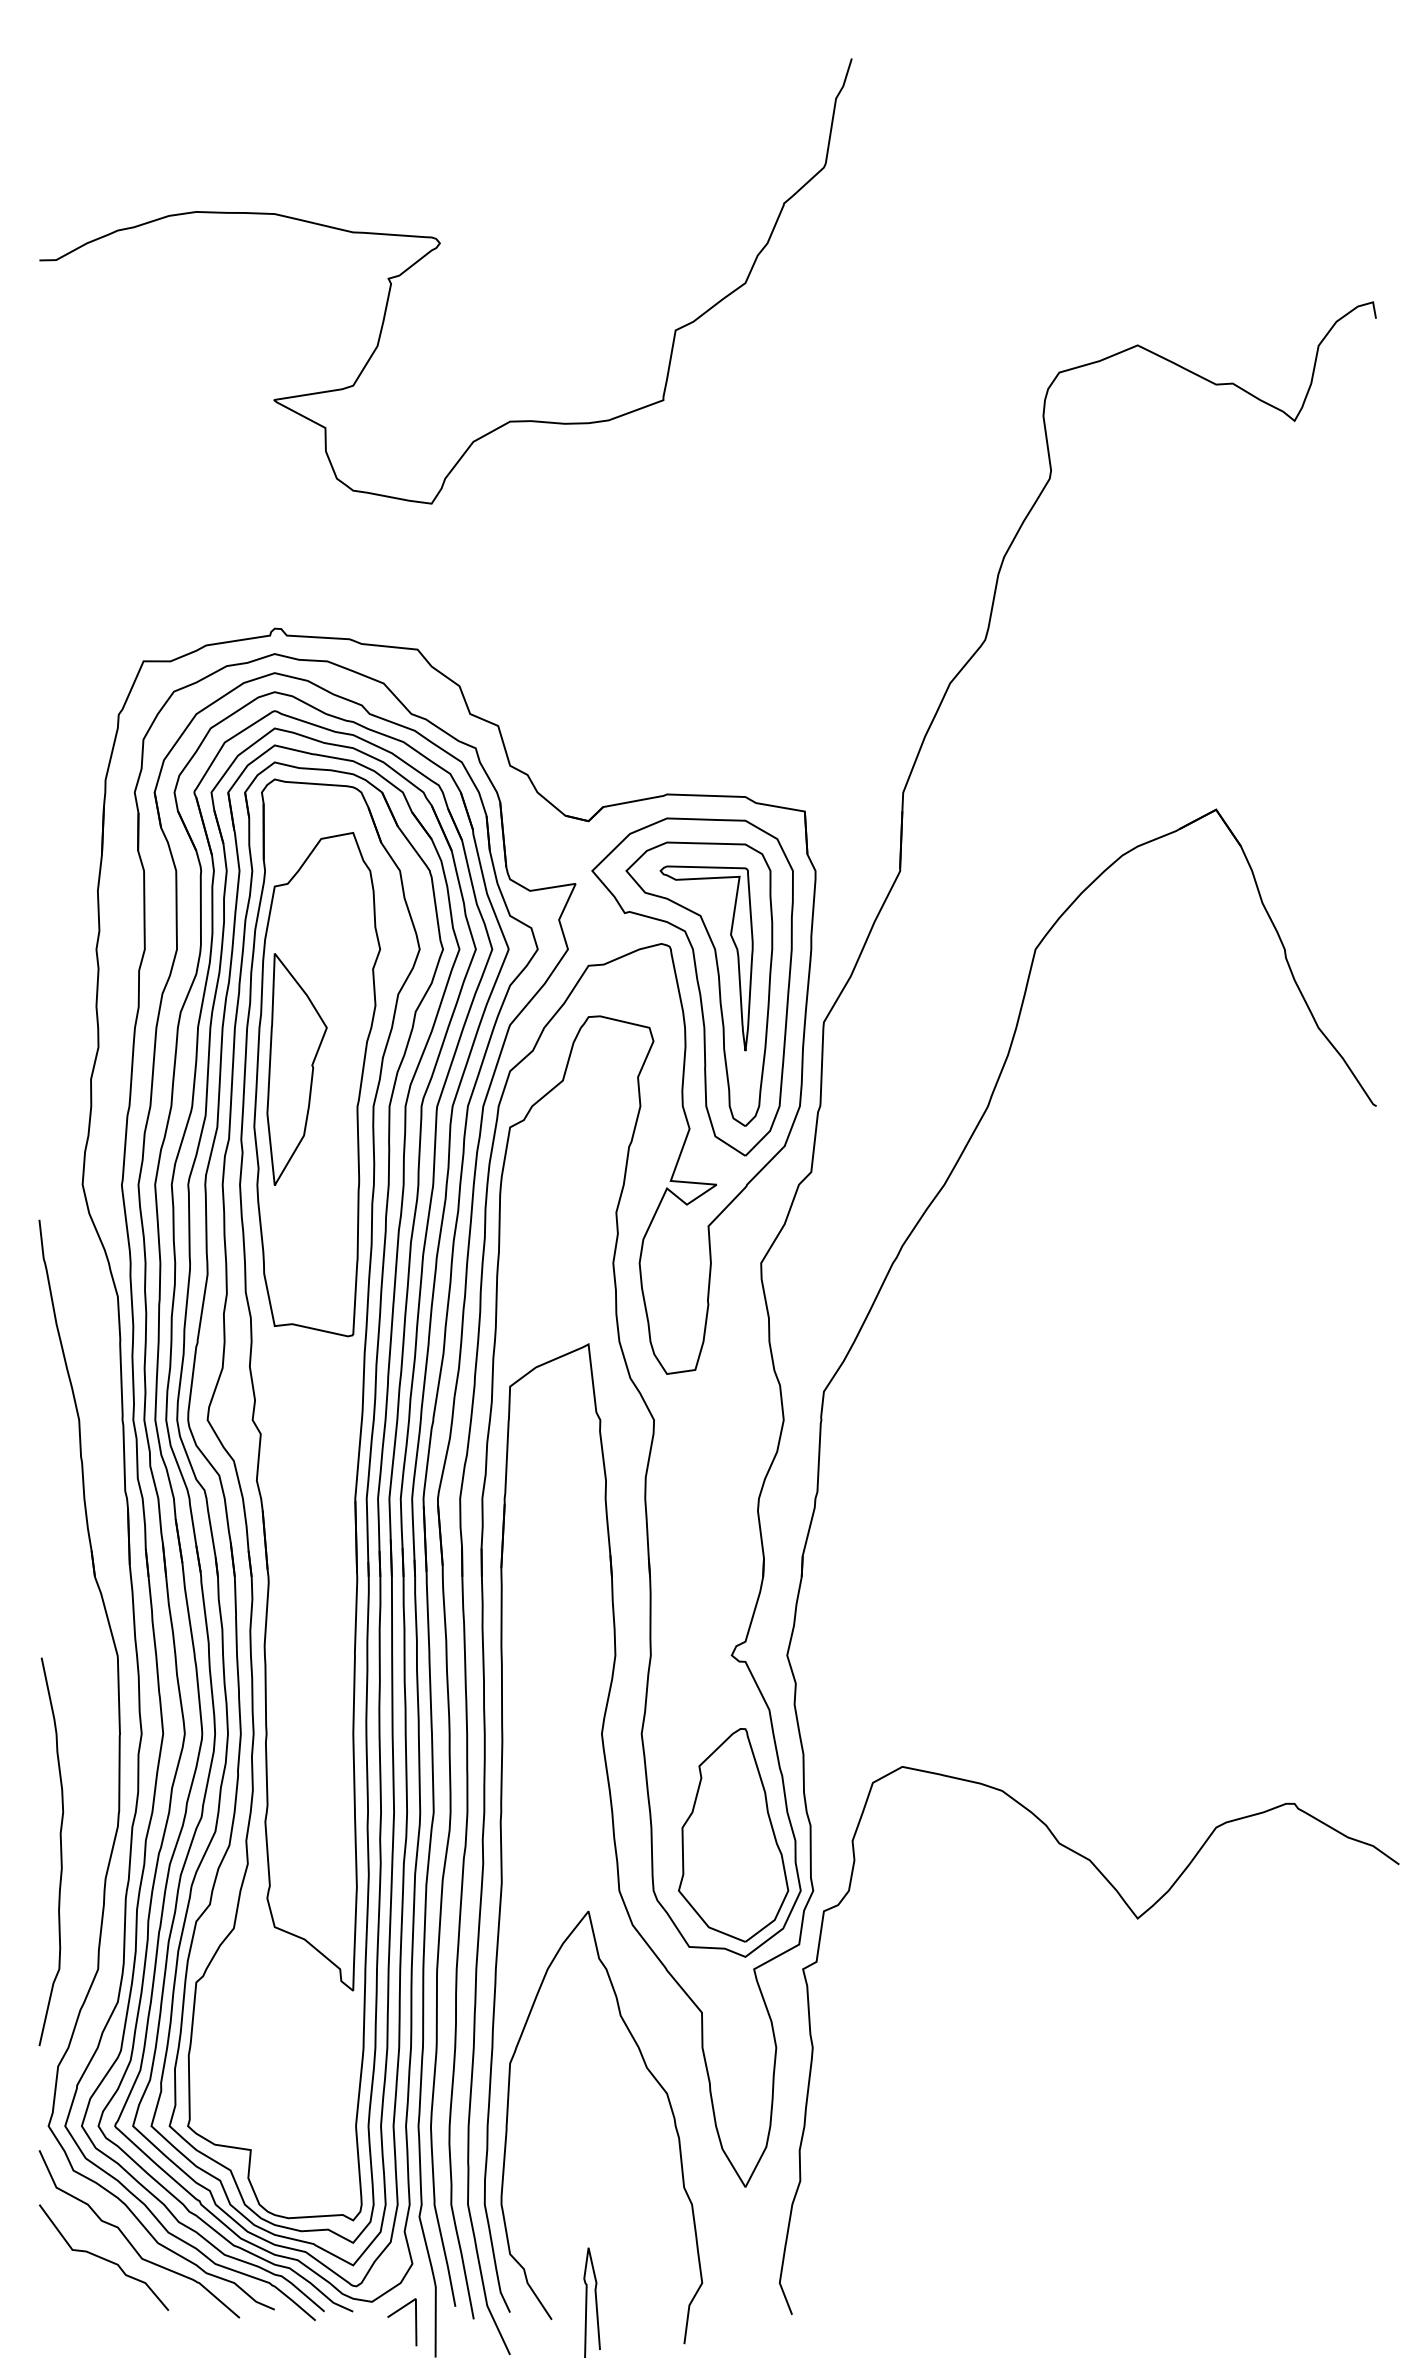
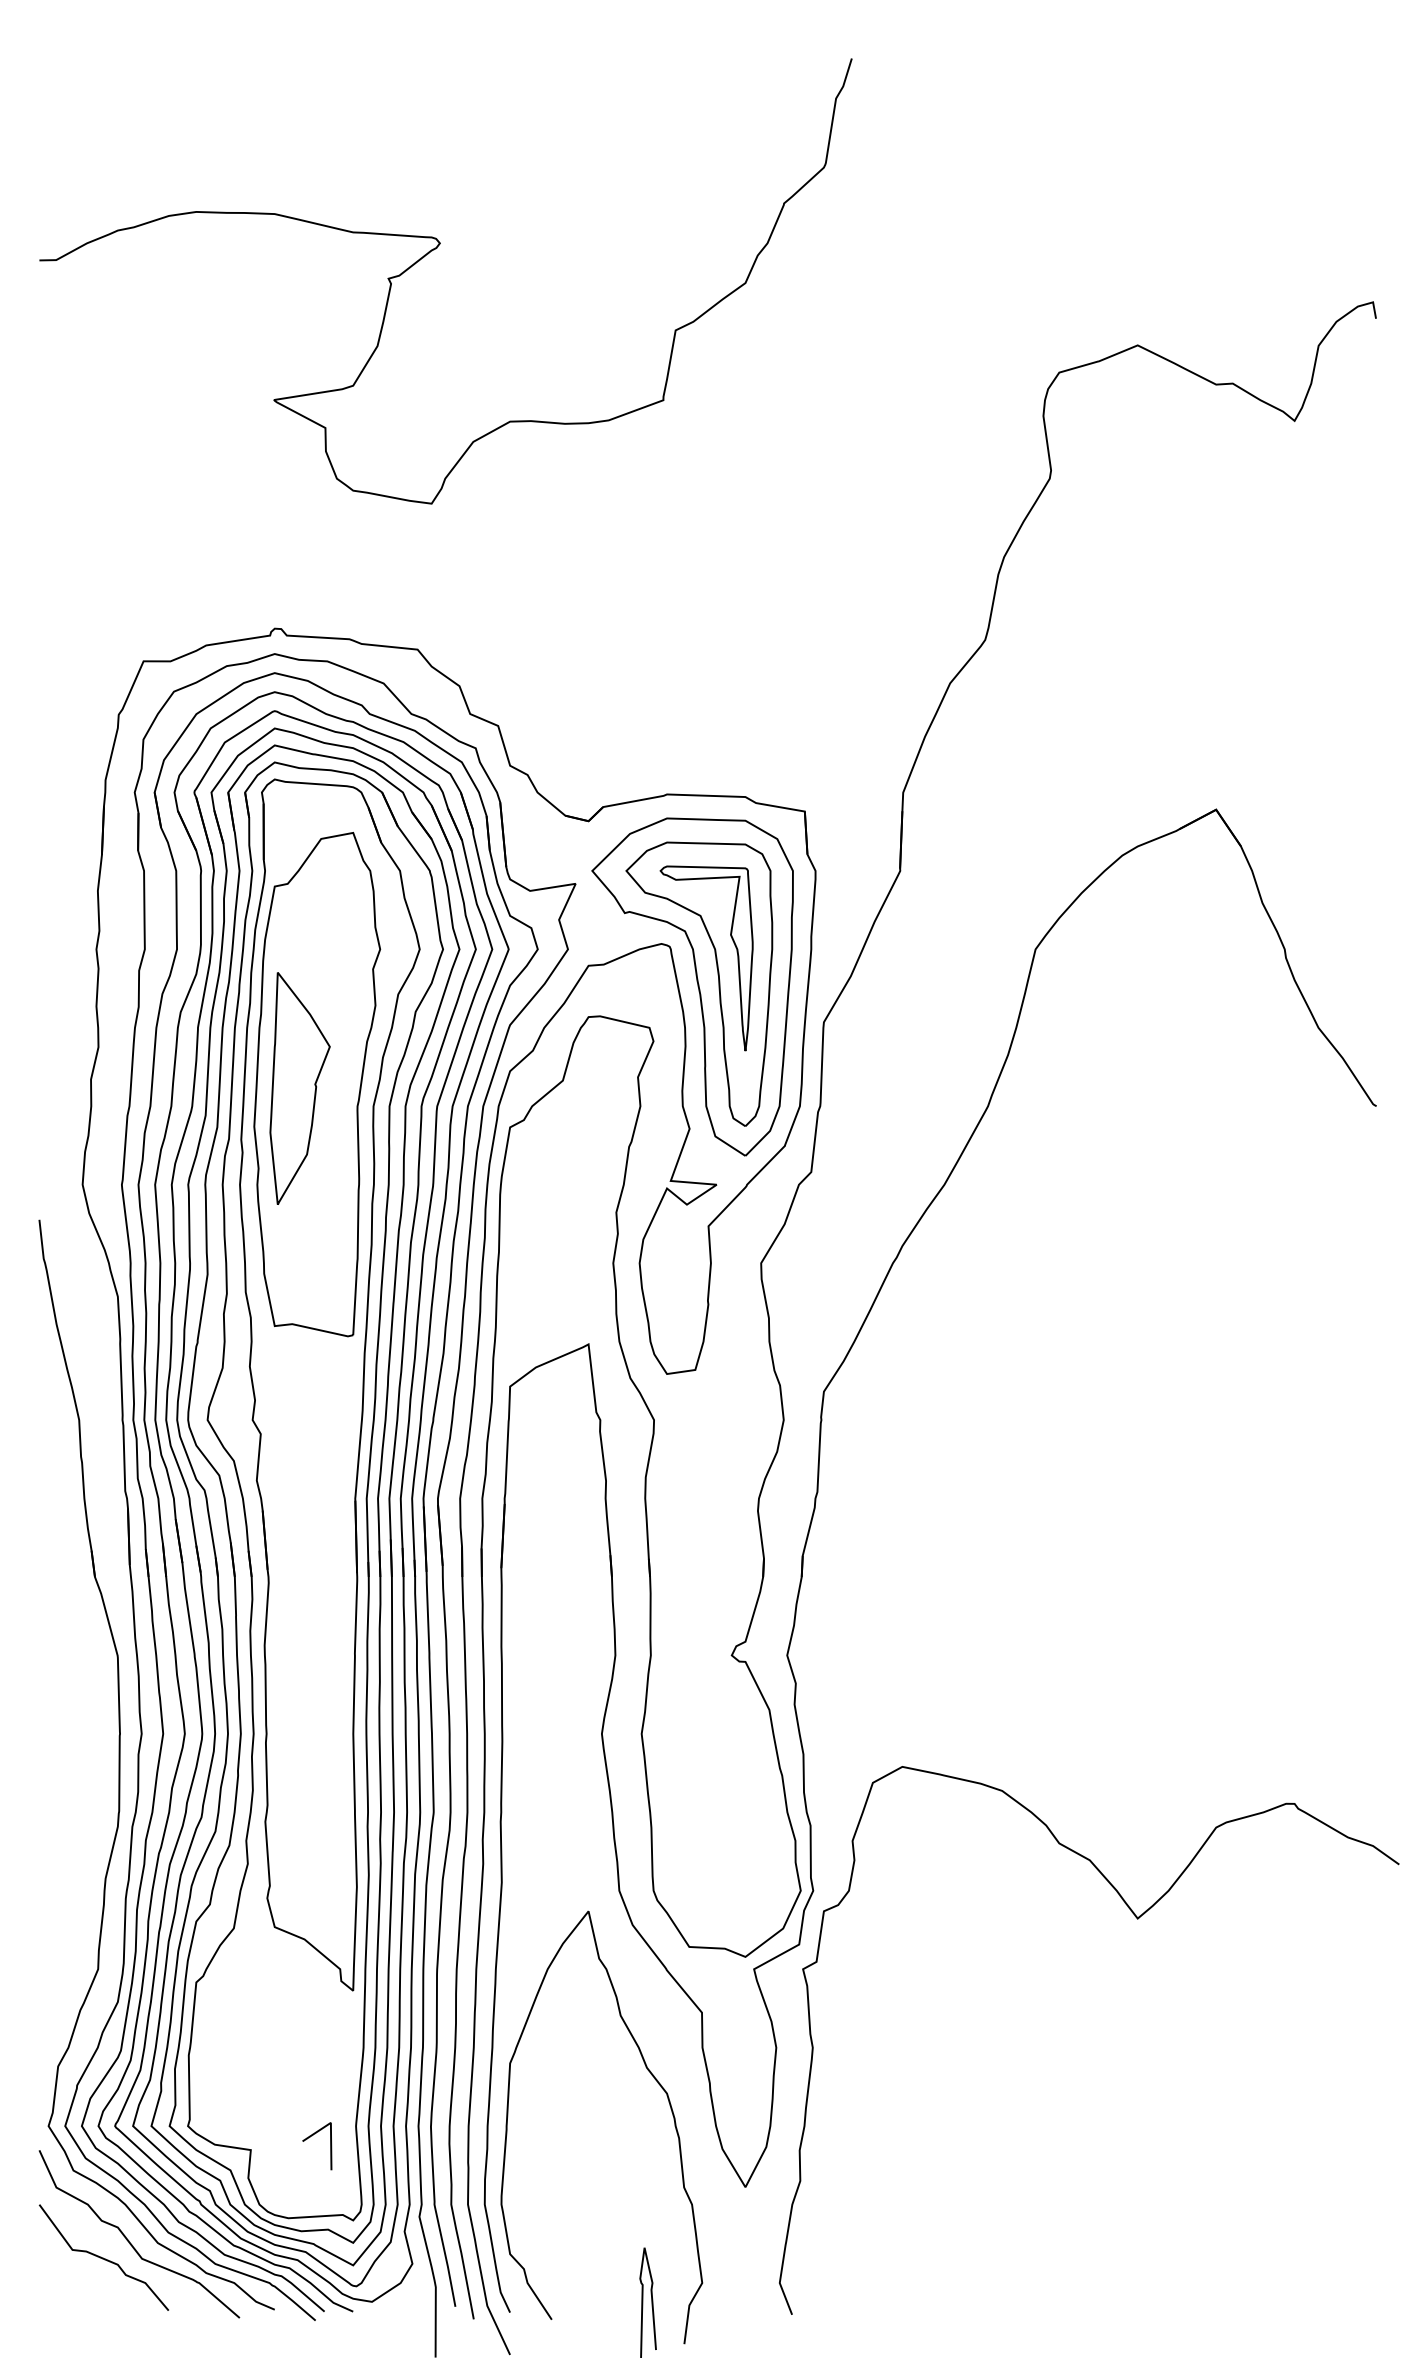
part at (296, 1069) position: (296, 1069) -> (299, 1088)
part at (733, 1835): present -> none
curve at (60, 1851): present -> none
curve at (587, 2302) position: (587, 2302) -> (643, 2302)
line at (397, 2312) position: (397, 2312) -> (312, 2136)
